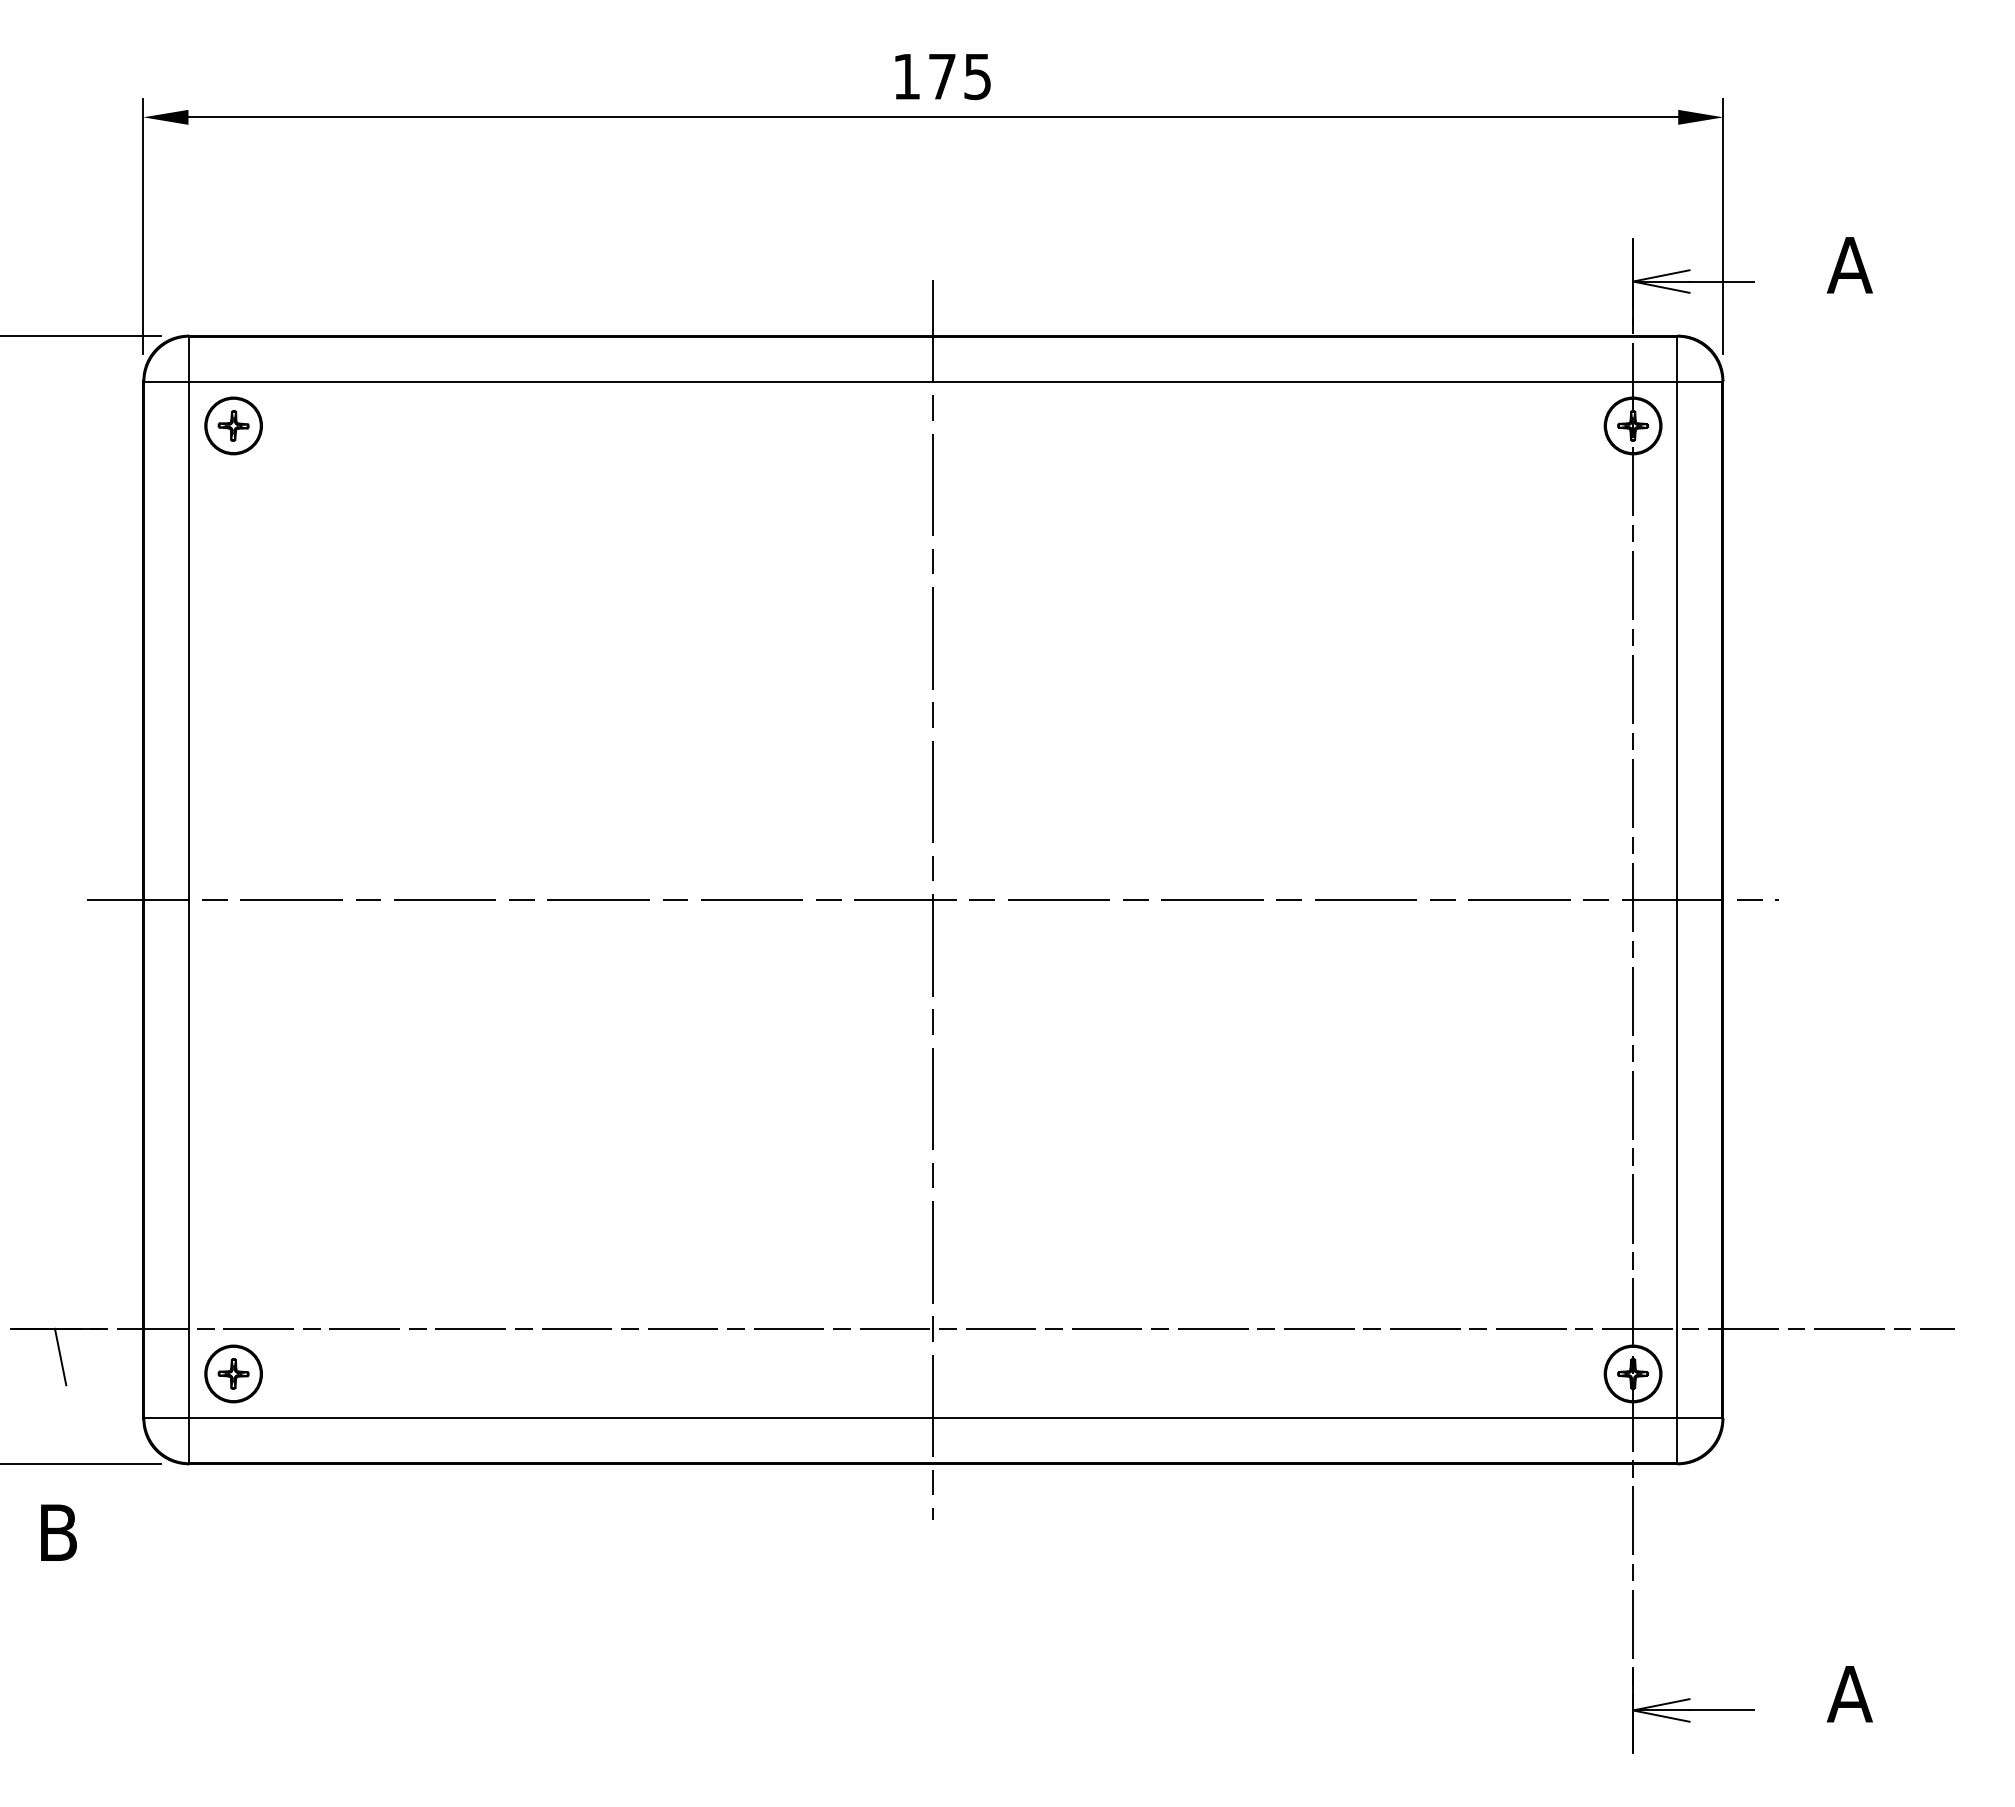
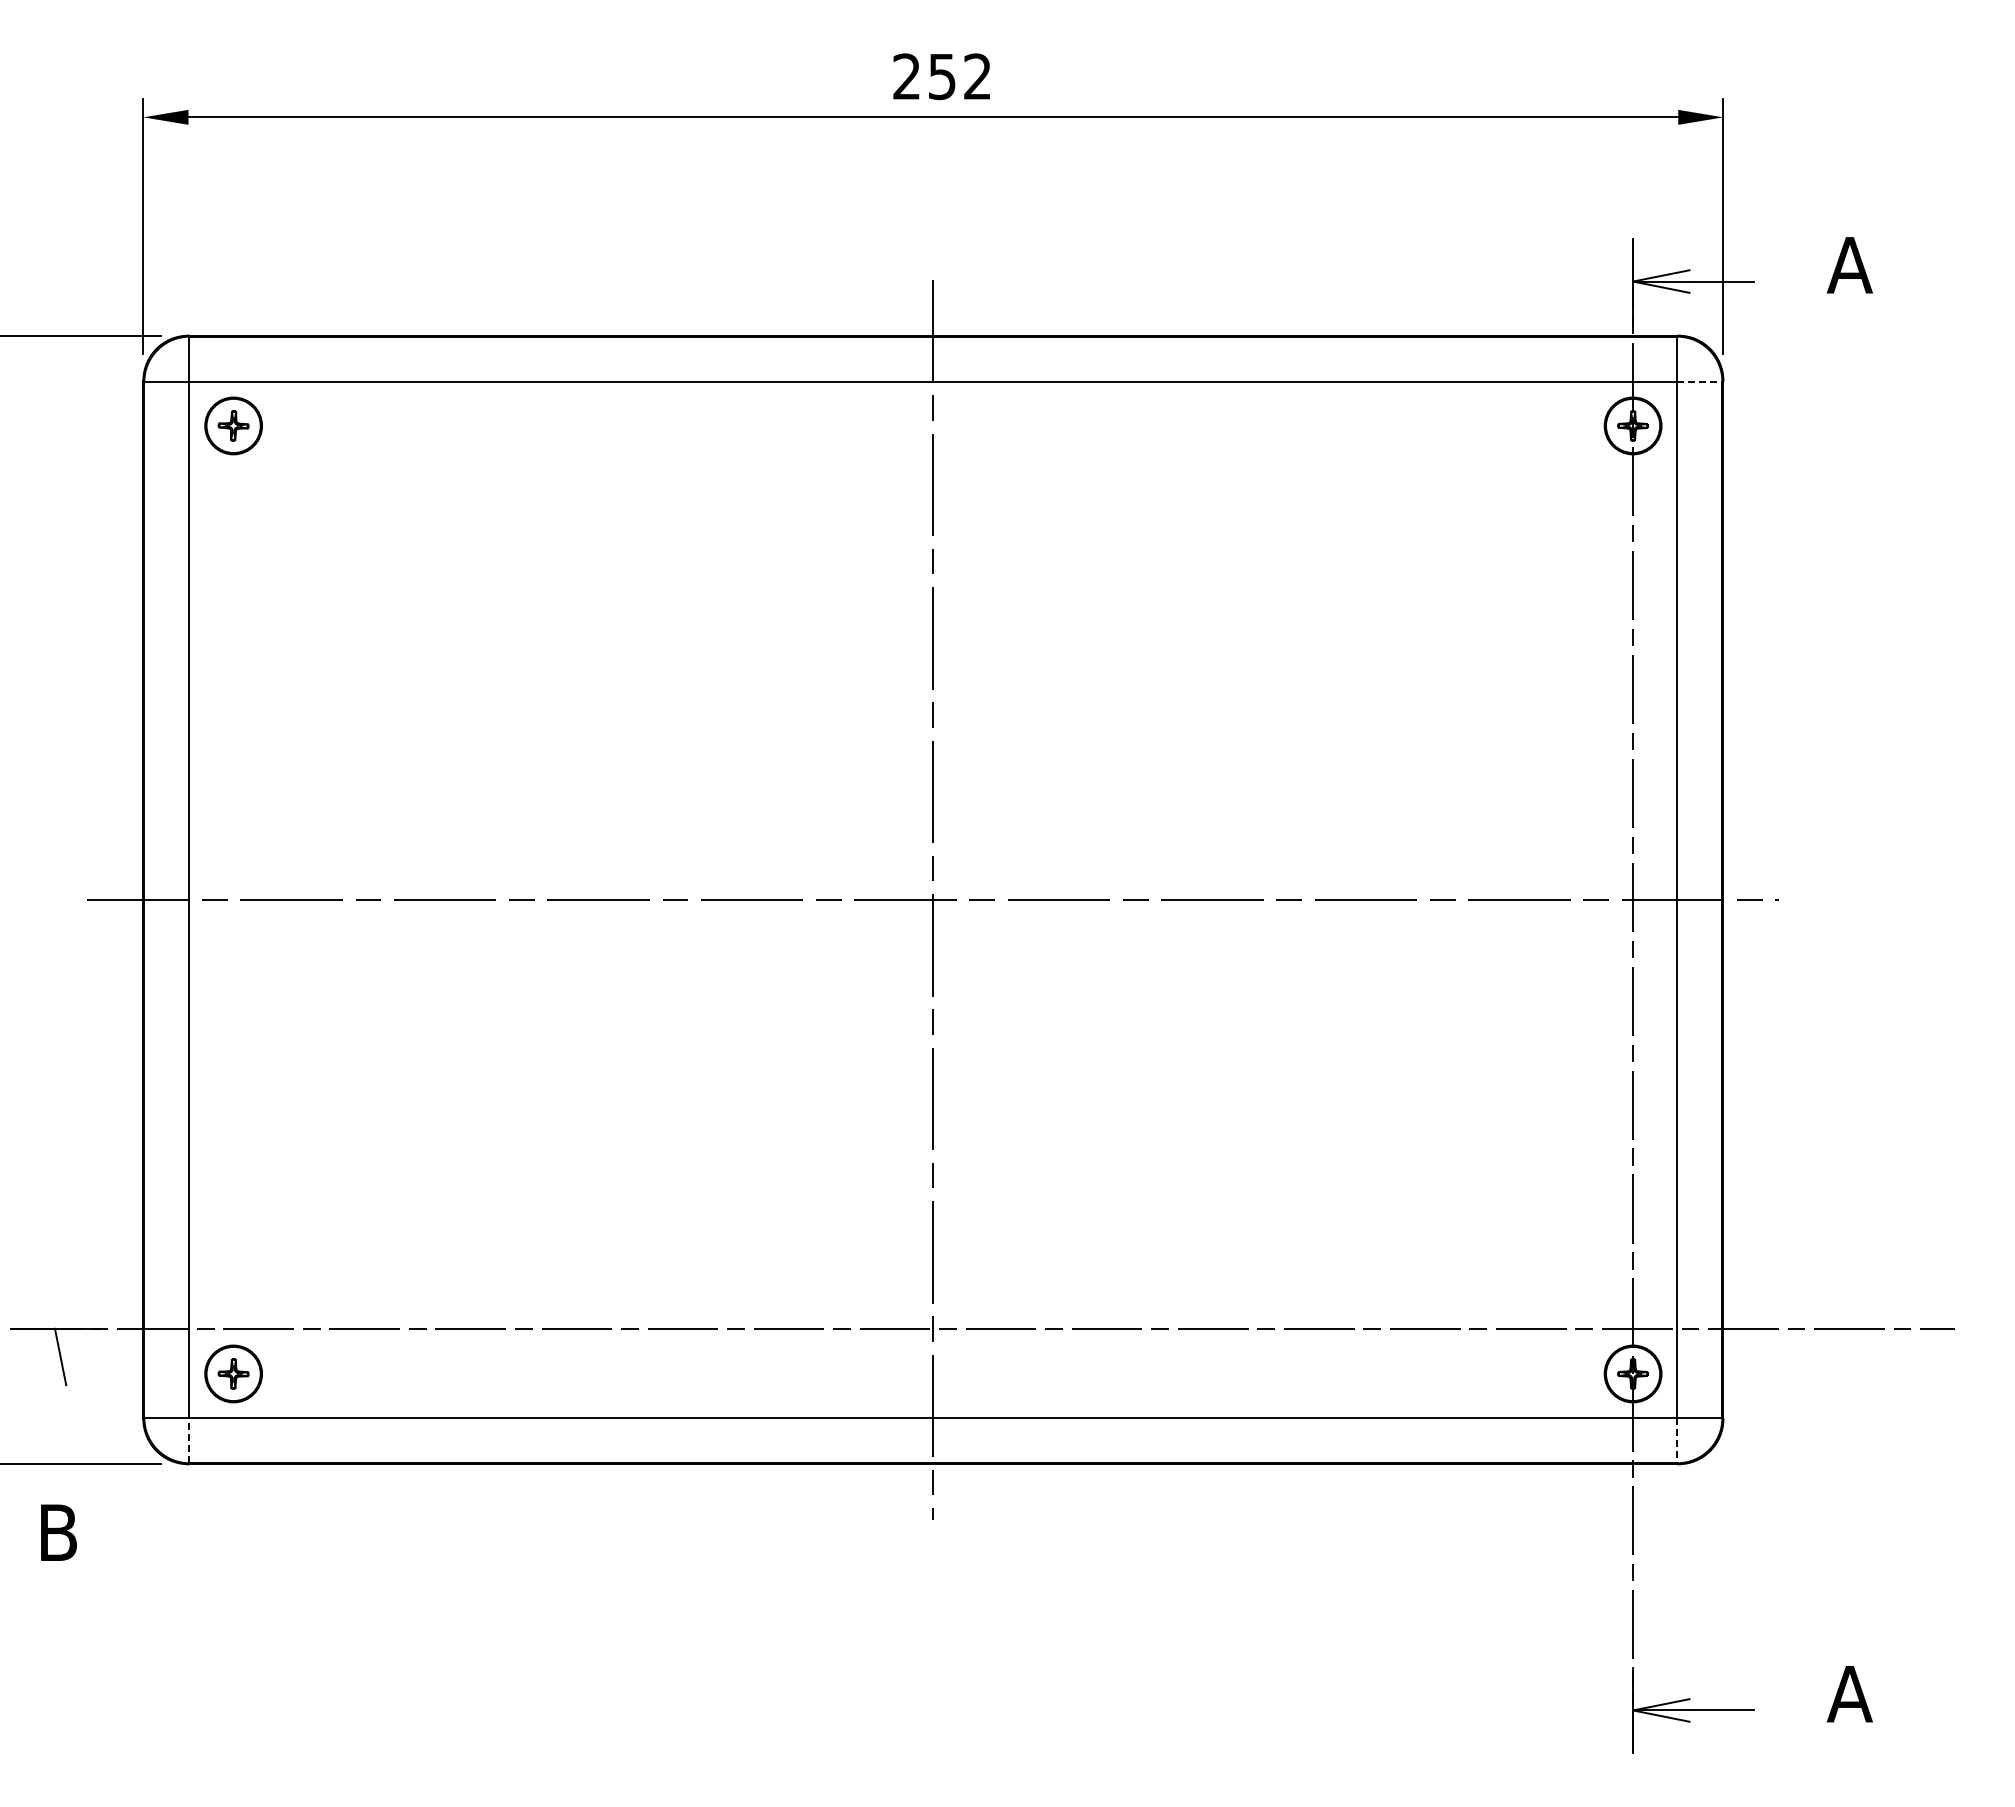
text at (941, 76): 175 -> 252
line at (1699, 381): solid -> dashed
line at (189, 1440): solid -> dashed
line at (1677, 1440): solid -> dashed
